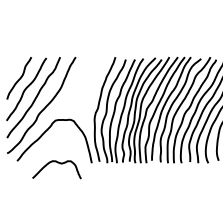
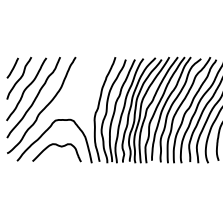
line at (12, 67): none -> present
curve at (57, 163) position: (57, 163) -> (57, 146)
